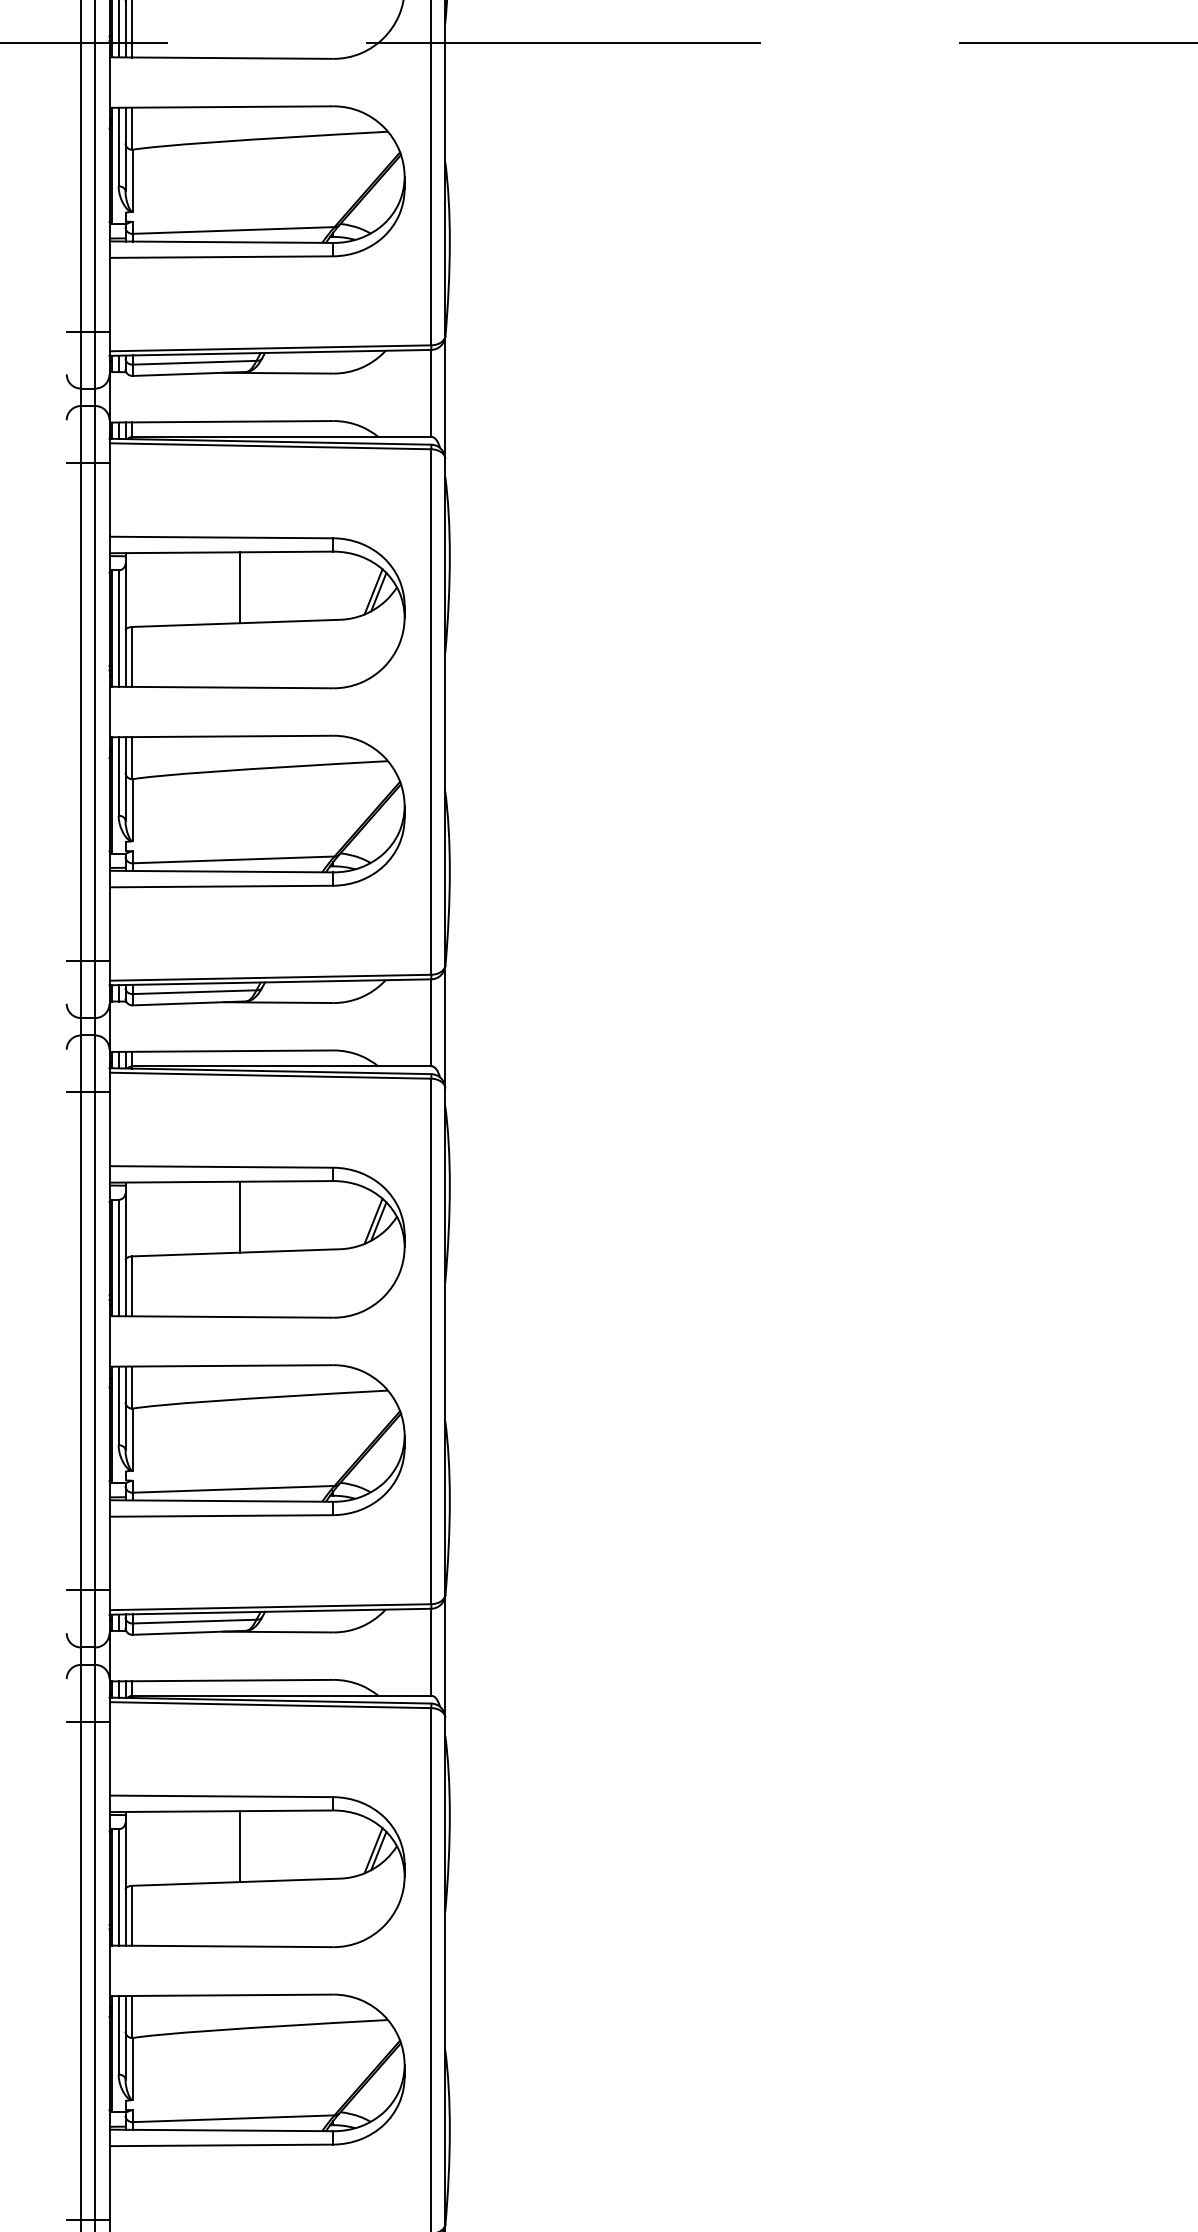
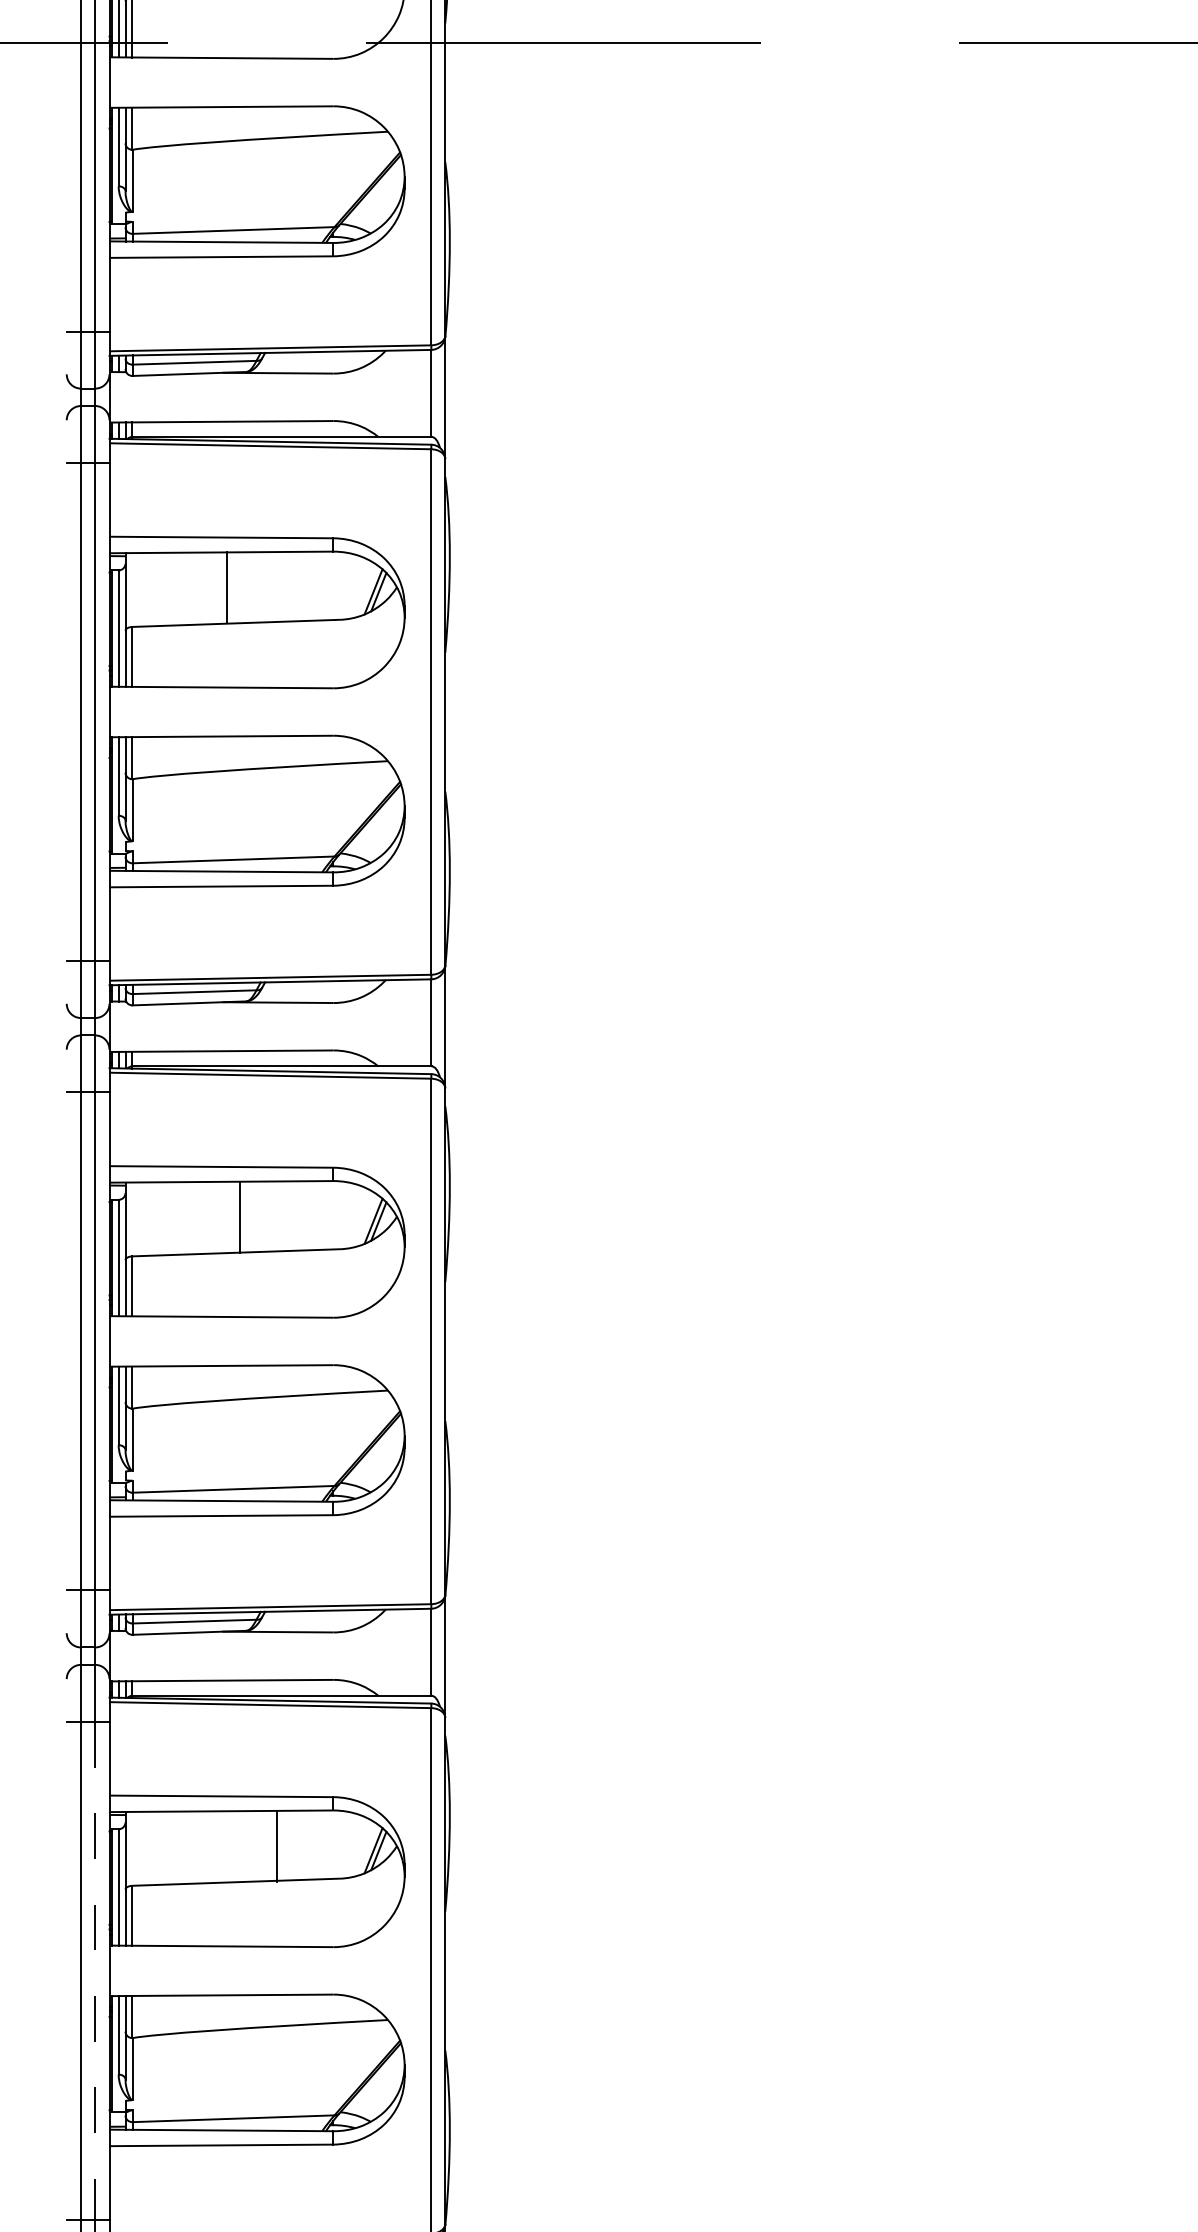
line at (239, 587) position: (239, 587) -> (226, 587)
line at (239, 1846) position: (239, 1846) -> (276, 1846)
line at (95, 1970): solid -> dashed
